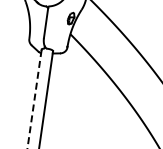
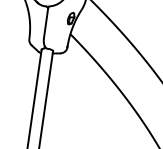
line at (34, 99): dashed -> solid
